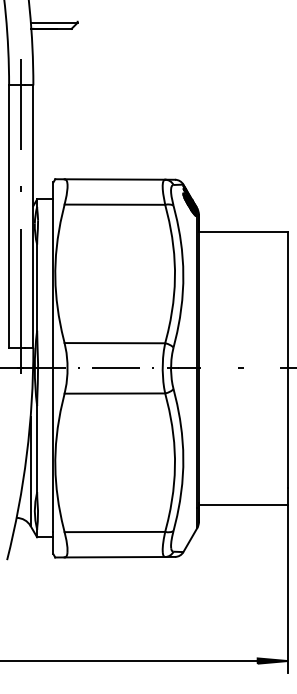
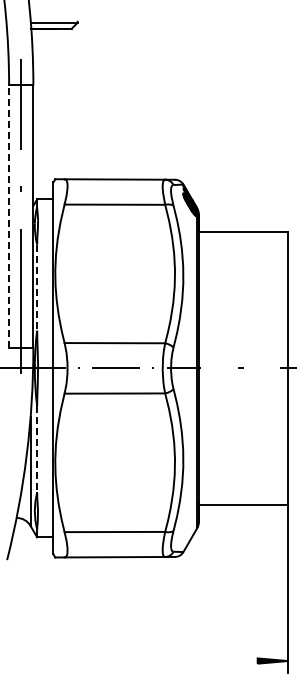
line at (9, 216): solid -> dashed
line at (37, 288): solid -> dashed
line at (37, 449): solid -> dashed
line at (129, 661): present -> none
